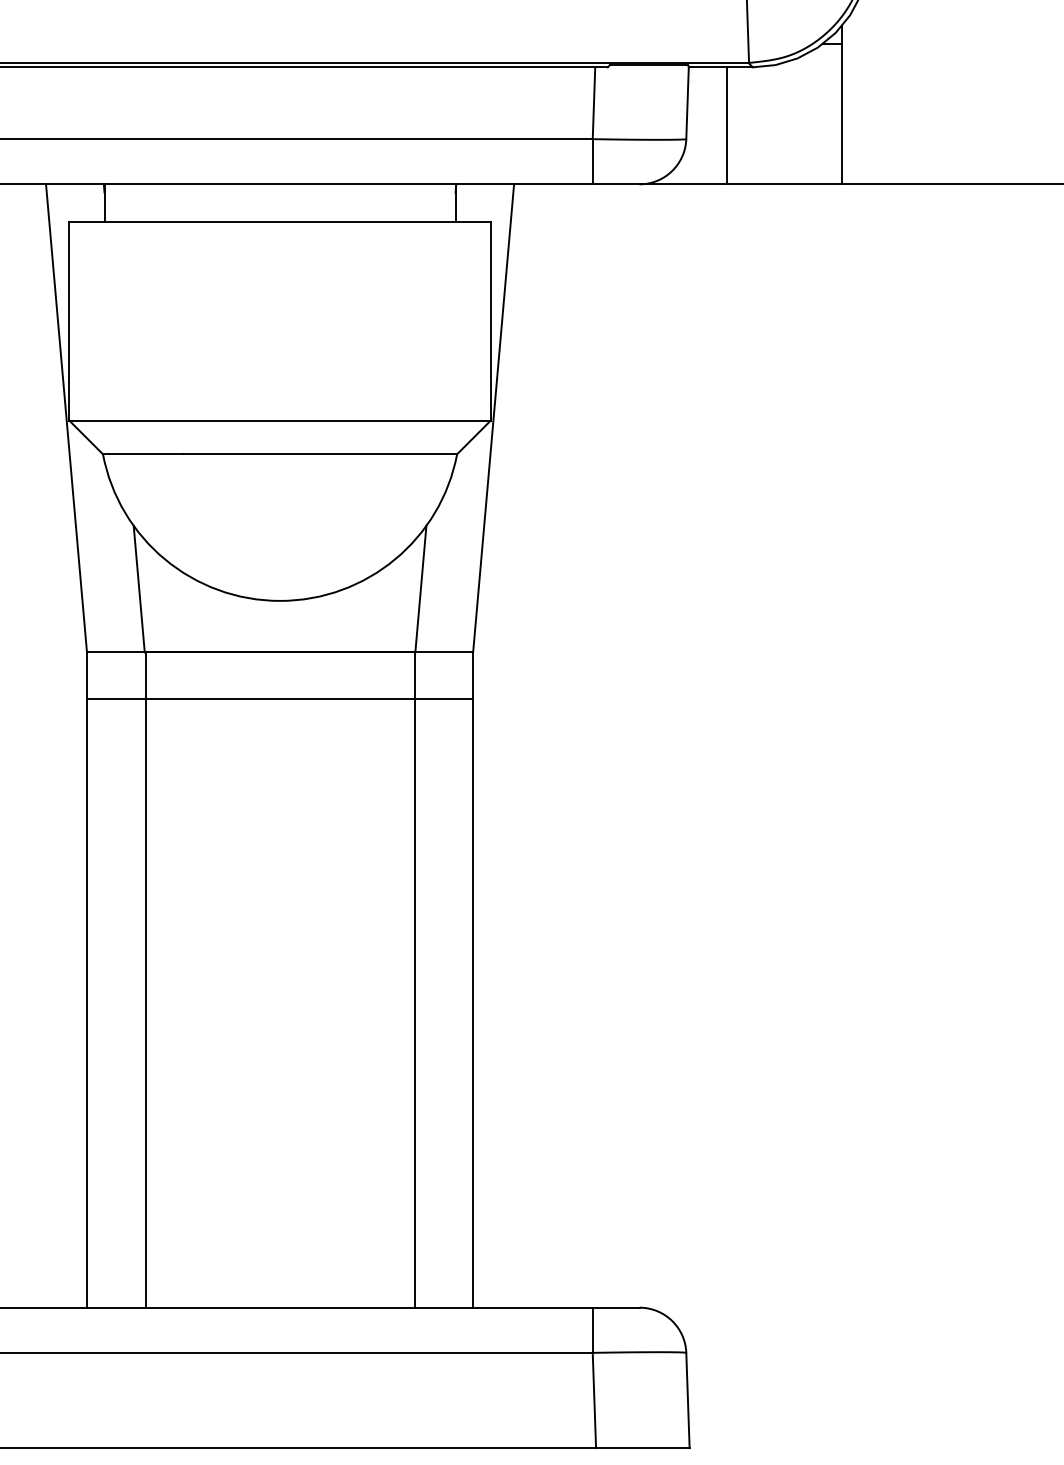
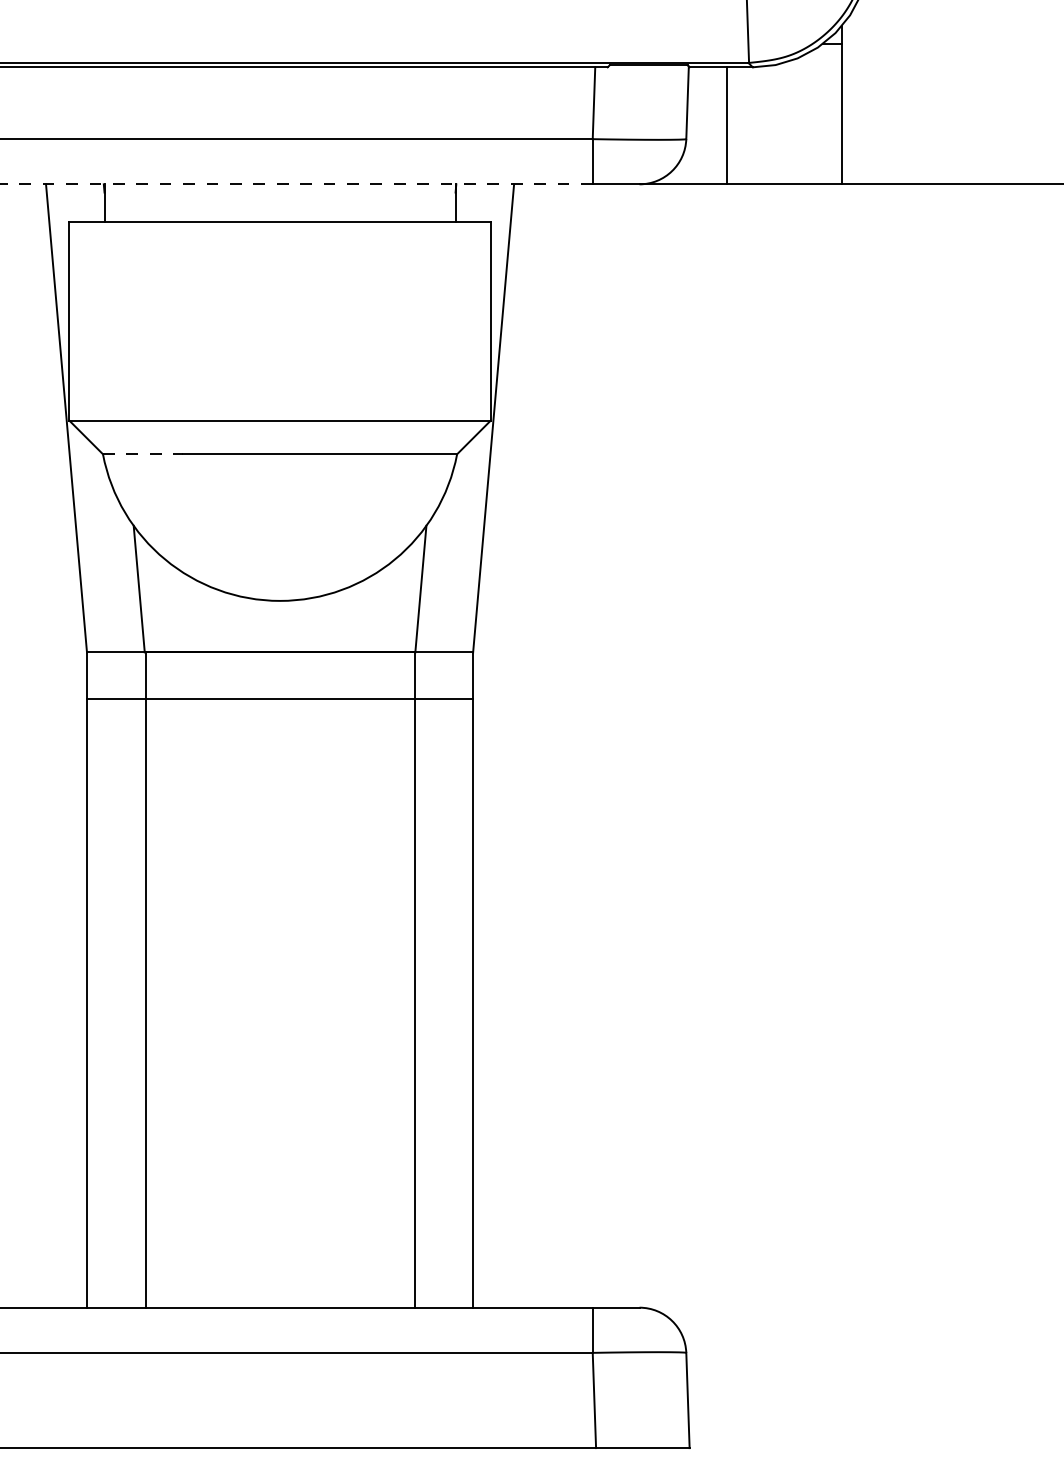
line at (296, 184): solid -> dashed
line at (143, 454): solid -> dashed
